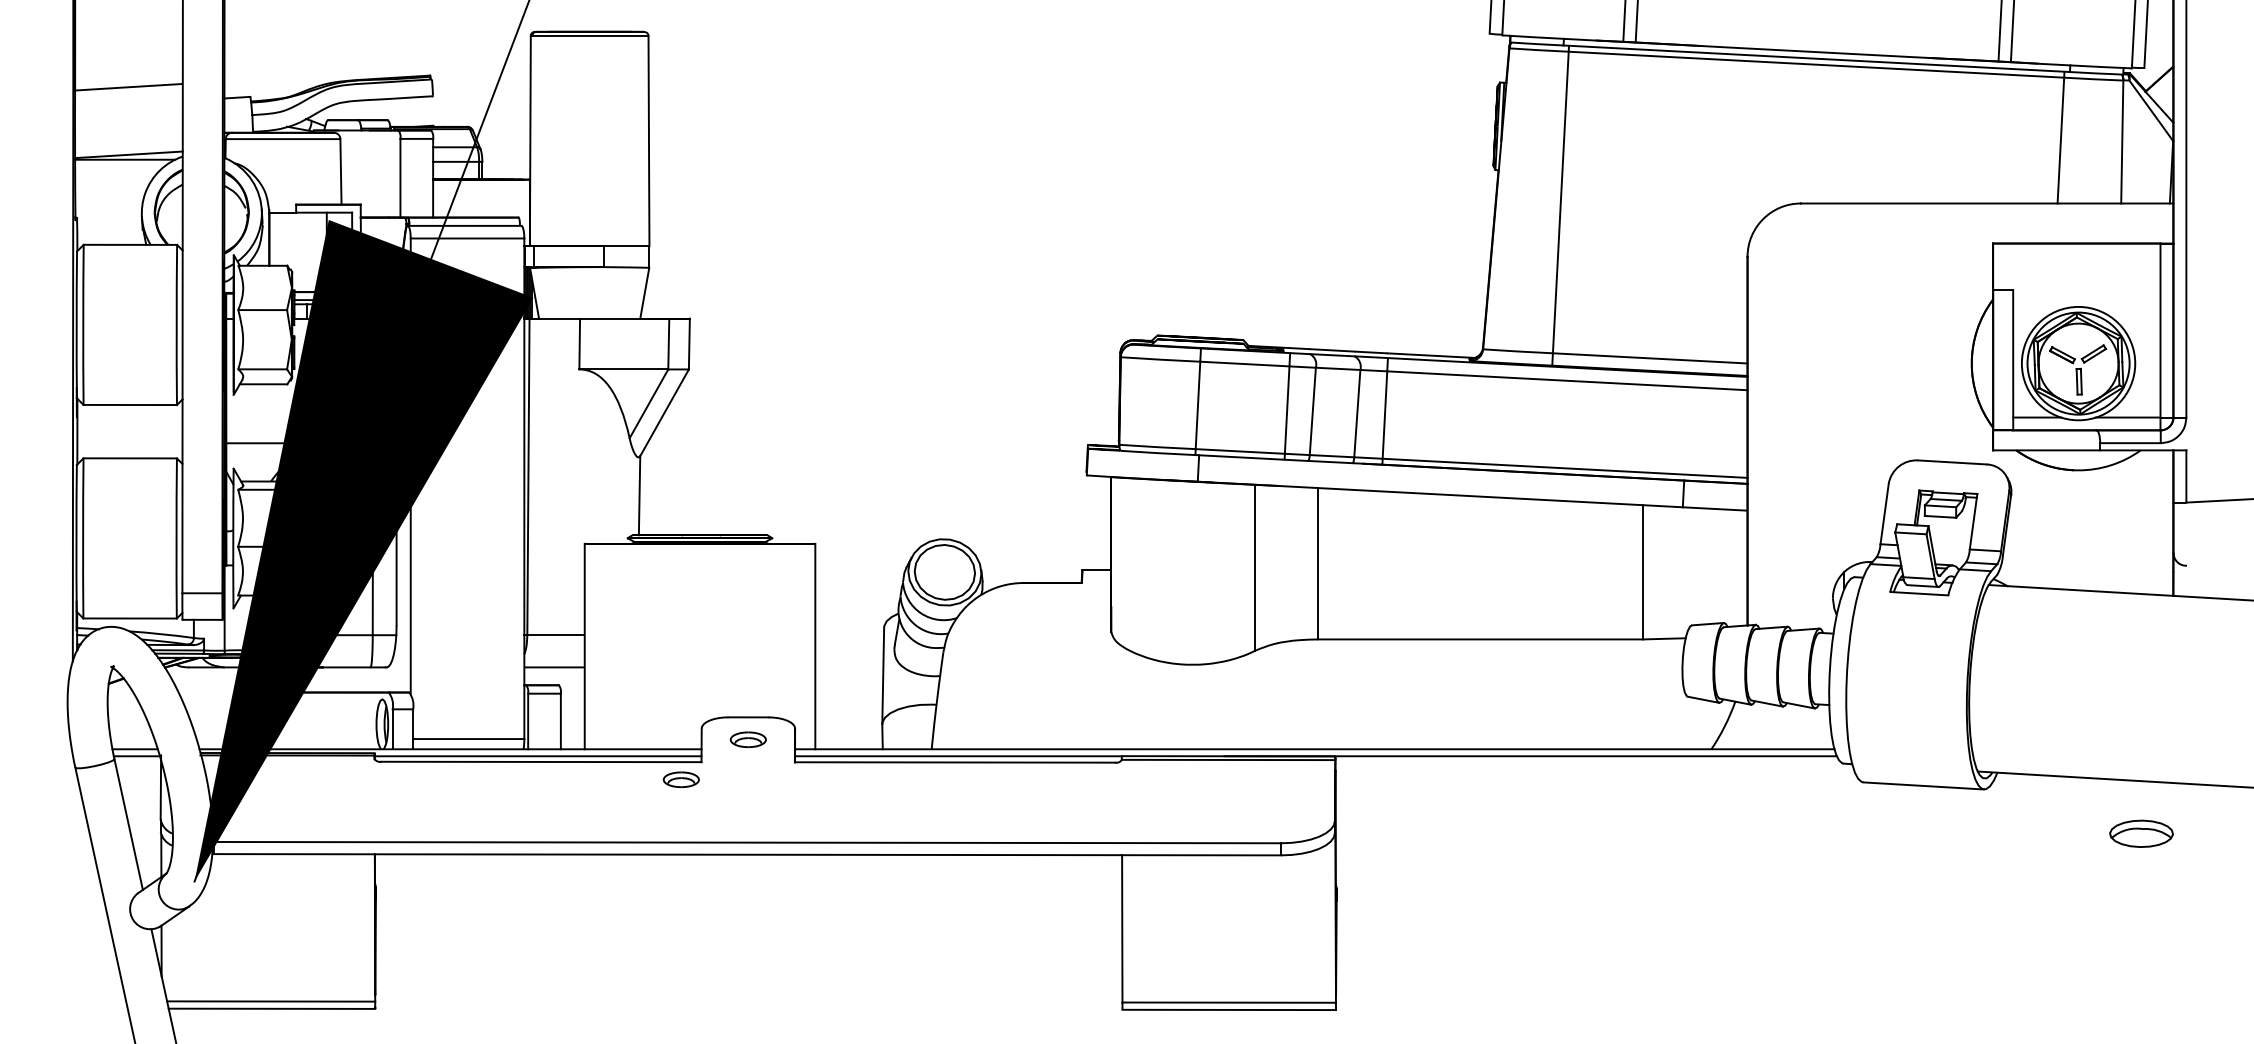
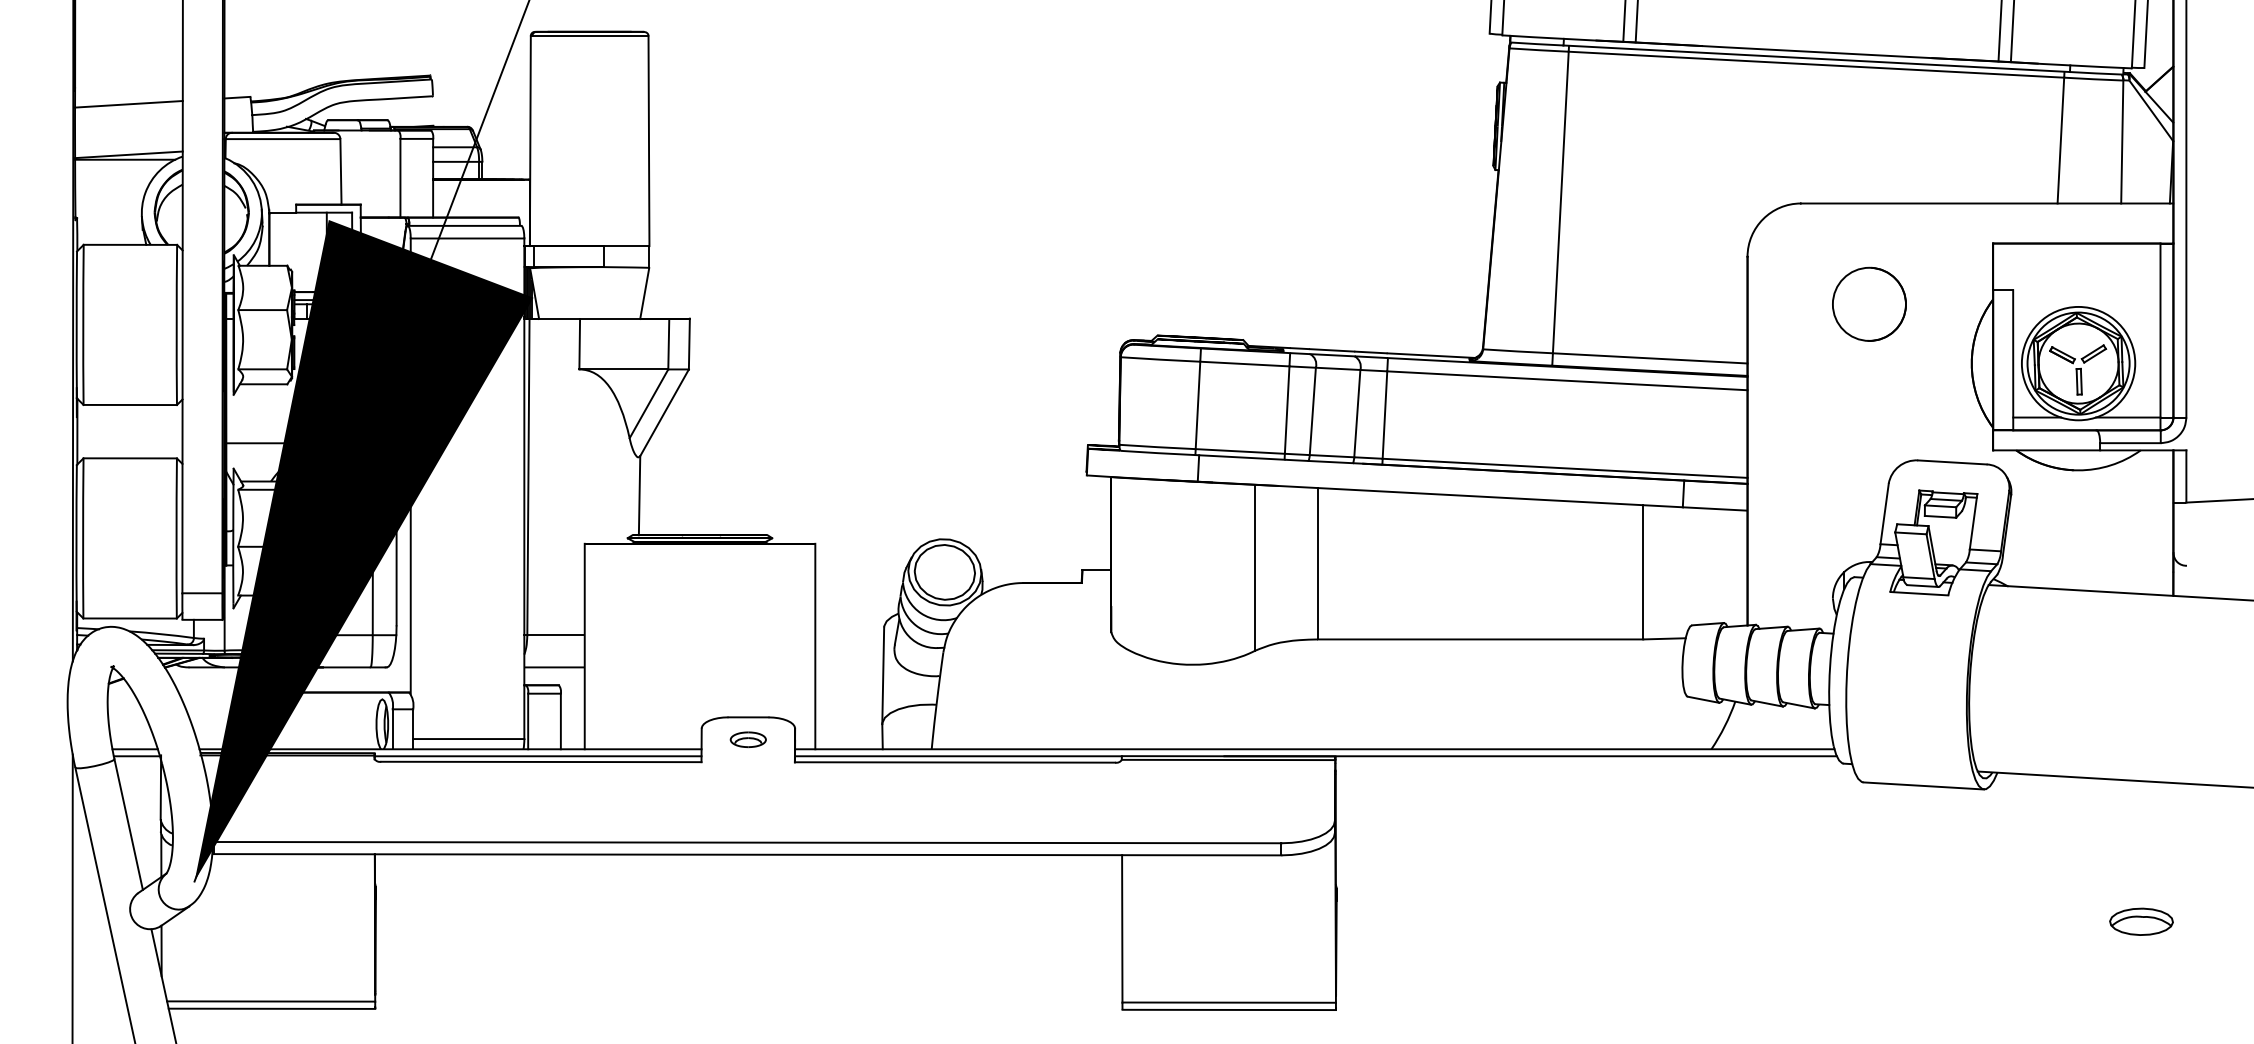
line at (127, 87) position: (127, 87) -> (128, 104)
circle at (1869, 303): none -> present
part at (680, 779): present -> none
part at (2141, 833) position: (2141, 833) -> (2141, 921)
line at (72, 897): none -> present
